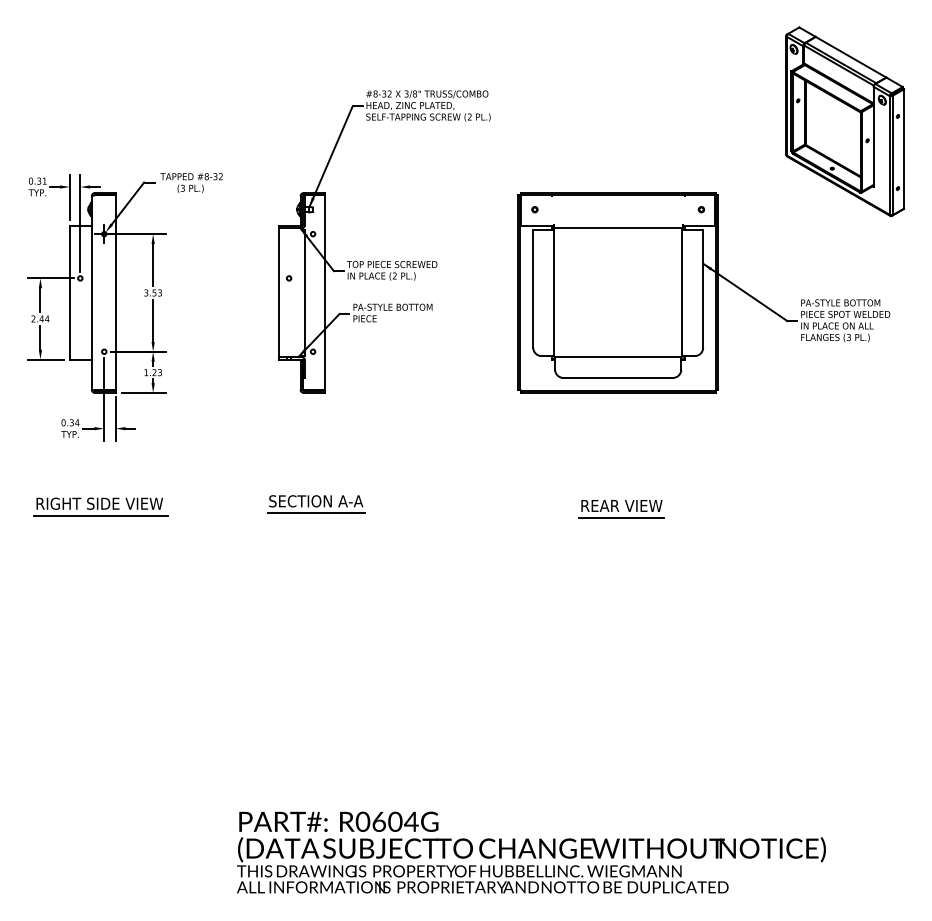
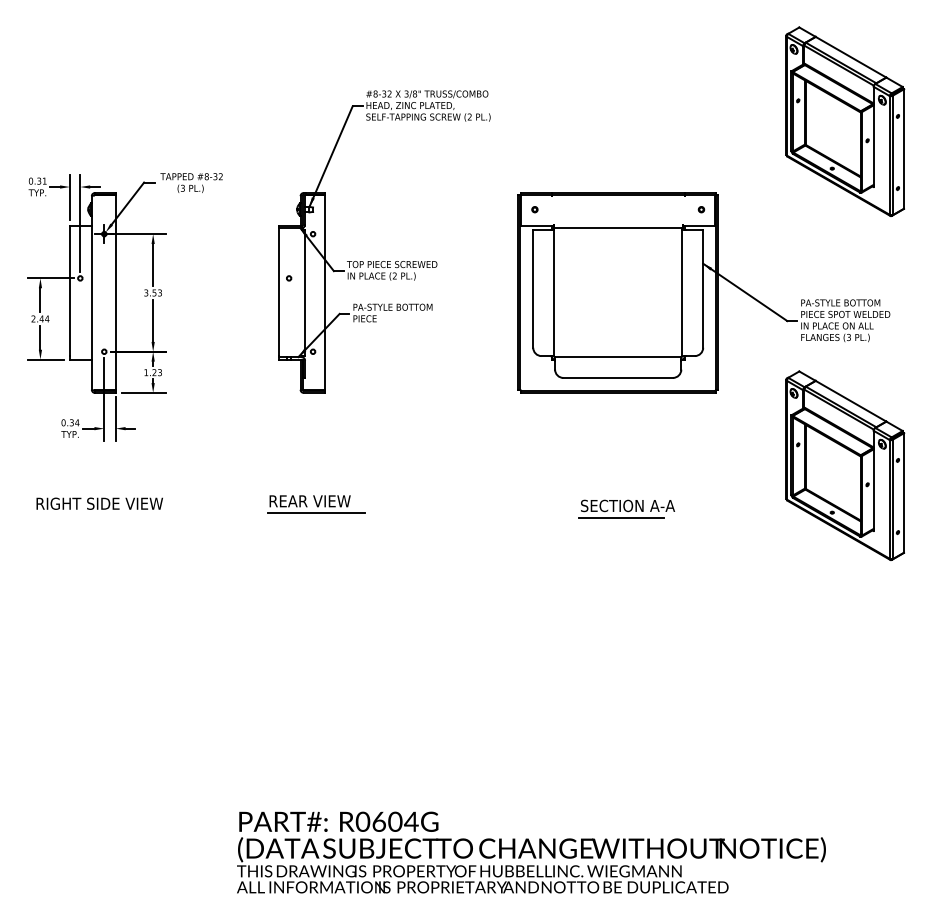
part at (845, 465): none -> present
text at (316, 501): SECTION A-A -> REAR VIEW
text at (628, 505): REAR VIEW -> SECTION A-A
line at (100, 515): present -> none
